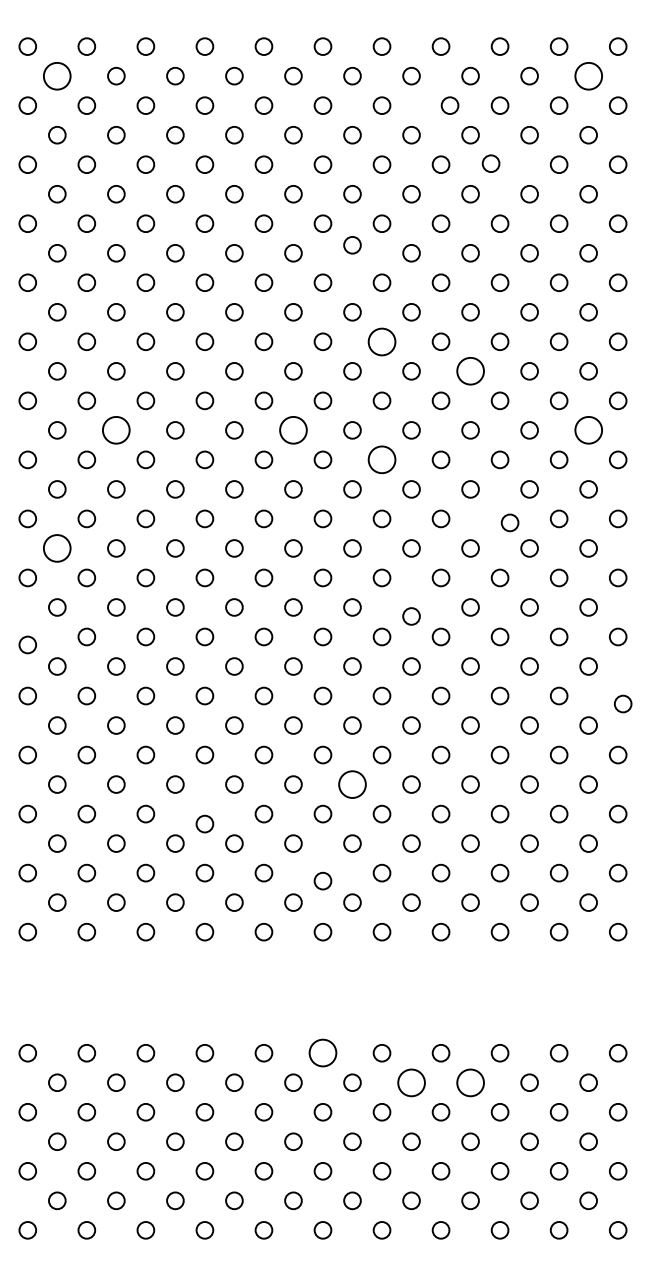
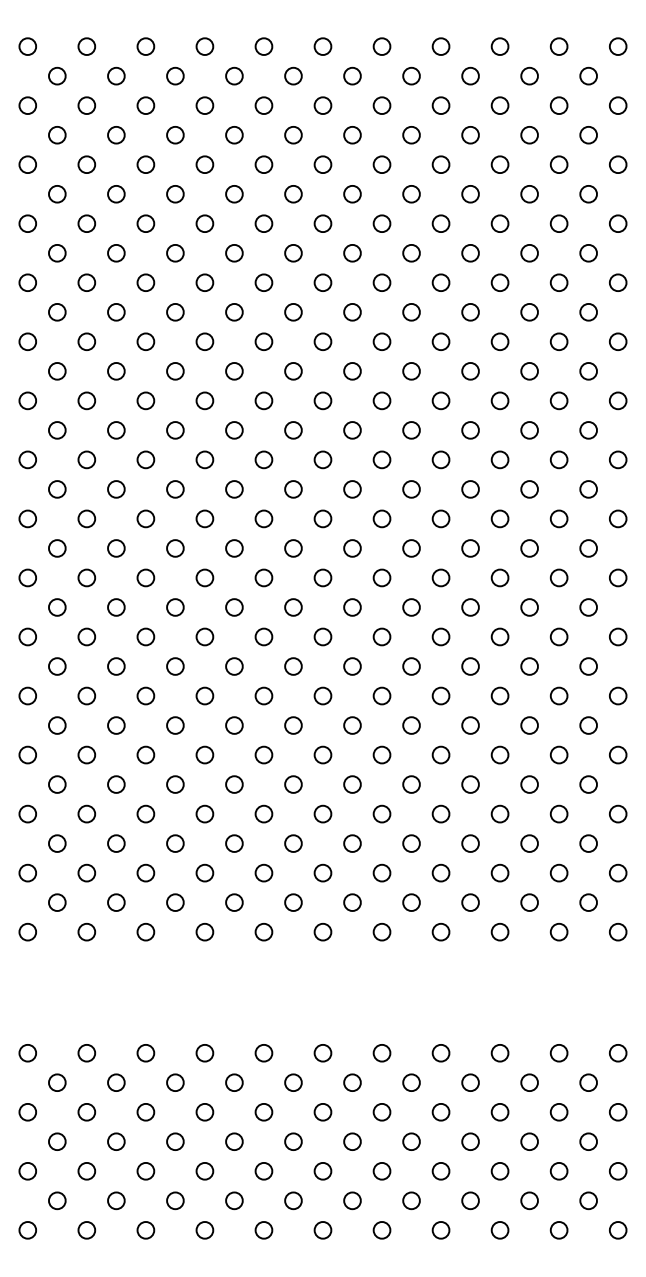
circle at (57, 76) size: 29x29 px -> 19x20 px
circle at (588, 76) size: 29x29 px -> 19x20 px
circle at (449, 105) position: (449, 105) -> (440, 105)
circle at (490, 163) position: (490, 163) -> (499, 164)
circle at (352, 245) position: (352, 245) -> (352, 253)
circle at (381, 341) size: 30x30 px -> 20x19 px
circle at (470, 371) size: 29x29 px -> 19x19 px
circle at (116, 430) size: 29x29 px -> 19x19 px
circle at (293, 430) size: 29x29 px -> 19x19 px
circle at (588, 430) size: 29x29 px -> 19x19 px
circle at (381, 459) size: 30x30 px -> 20x20 px
circle at (509, 522) position: (509, 522) -> (499, 518)
circle at (57, 548) size: 29x29 px -> 19x19 px
circle at (411, 616) position: (411, 616) -> (411, 607)
circle at (27, 644) position: (27, 644) -> (27, 636)
circle at (623, 703) position: (623, 703) -> (618, 695)
circle at (352, 784) size: 29x29 px -> 19x19 px
circle at (204, 823) position: (204, 823) -> (204, 813)
circle at (322, 880) position: (322, 880) -> (322, 872)
circle at (322, 1052) size: 30x30 px -> 20x19 px
circle at (411, 1082) size: 29x30 px -> 19x19 px
circle at (470, 1082) size: 29x30 px -> 19x19 px
